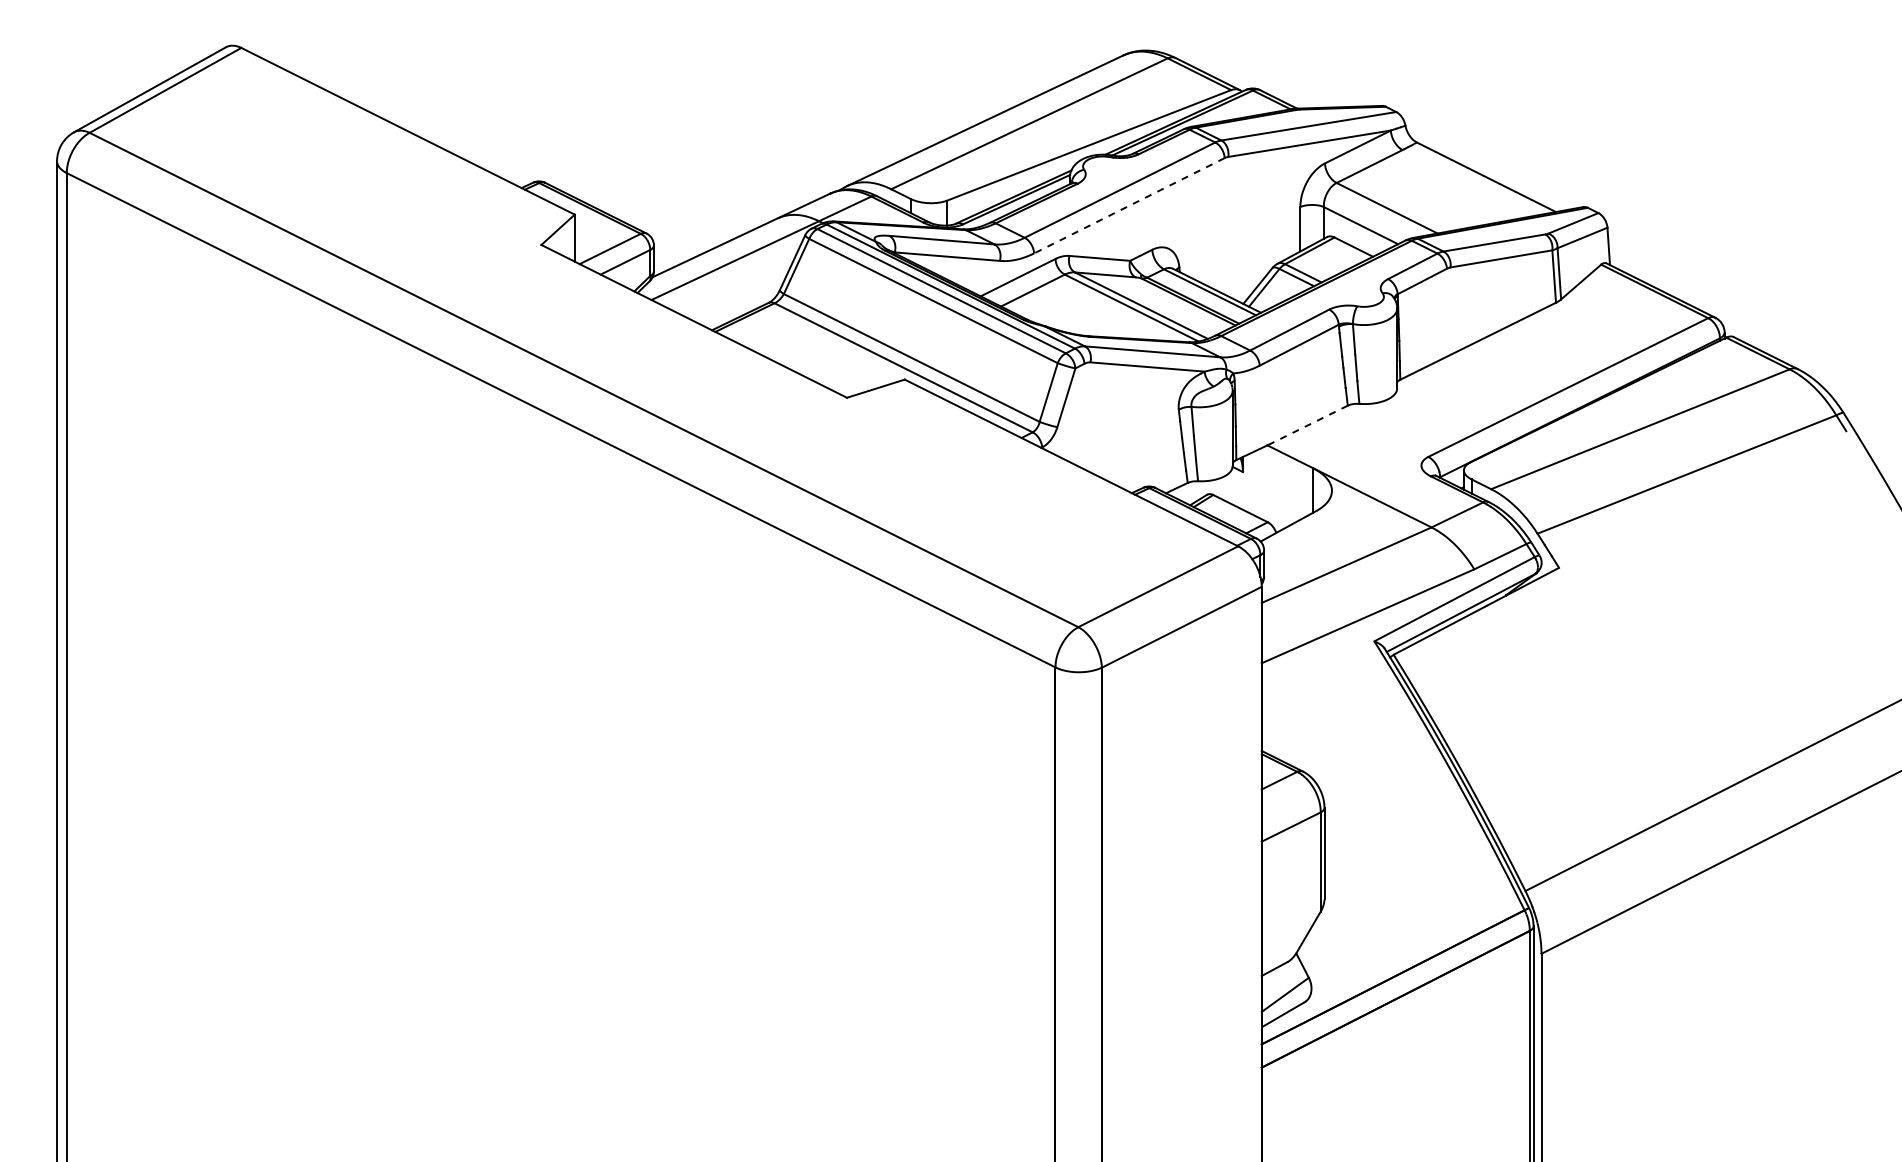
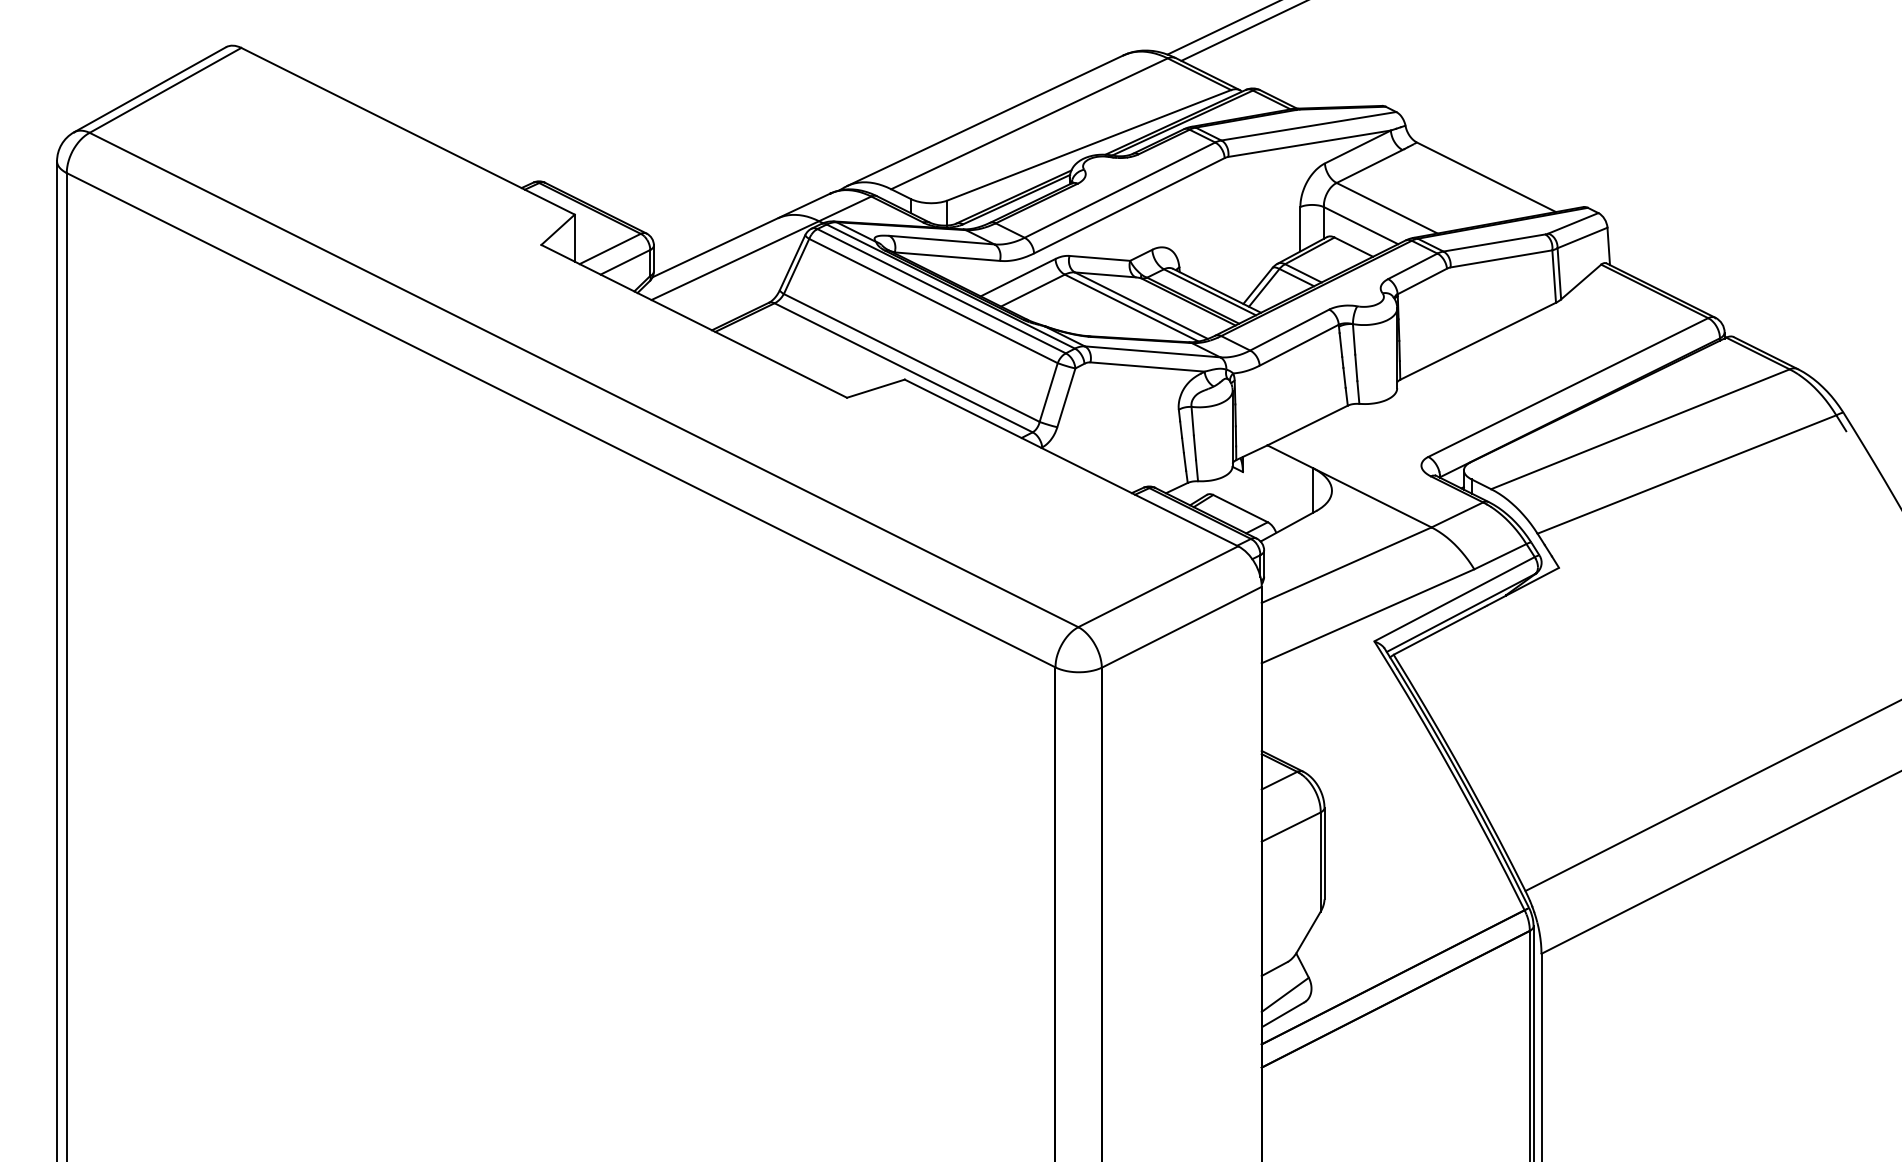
line at (1221, 28): none -> present
line at (1242, 31): none -> present
line at (1129, 205): dashed -> solid
line at (1307, 425): dashed -> solid
